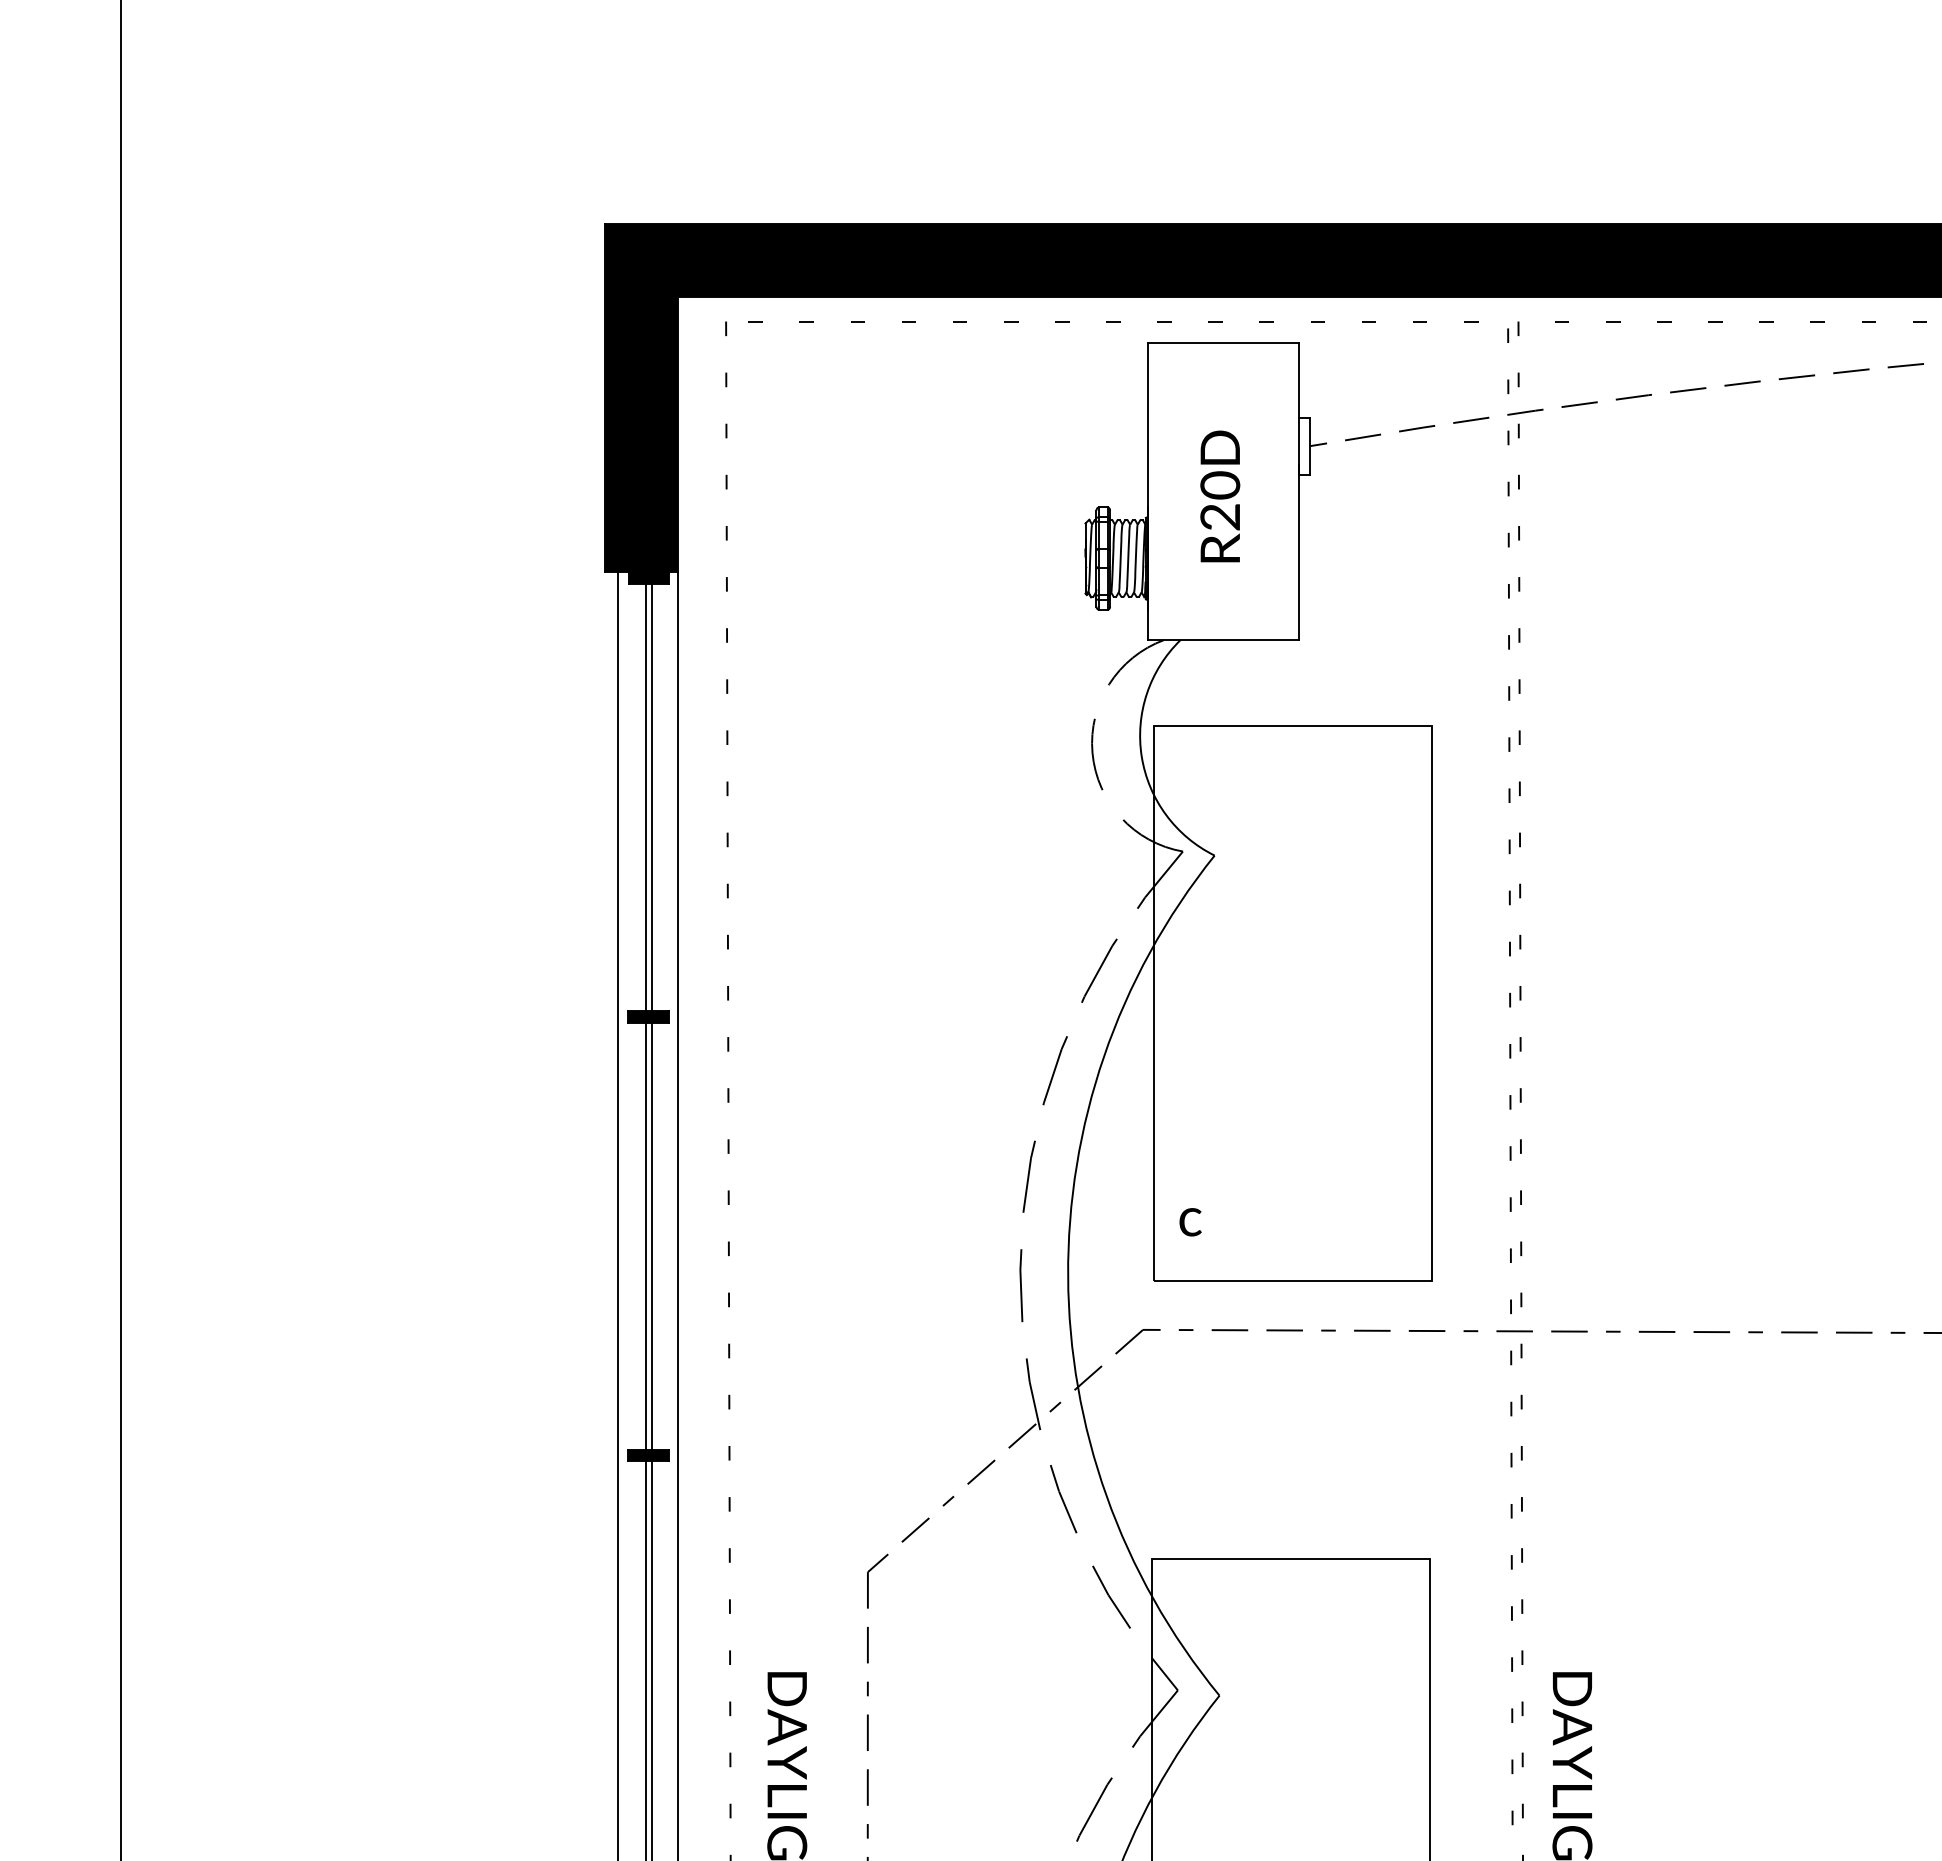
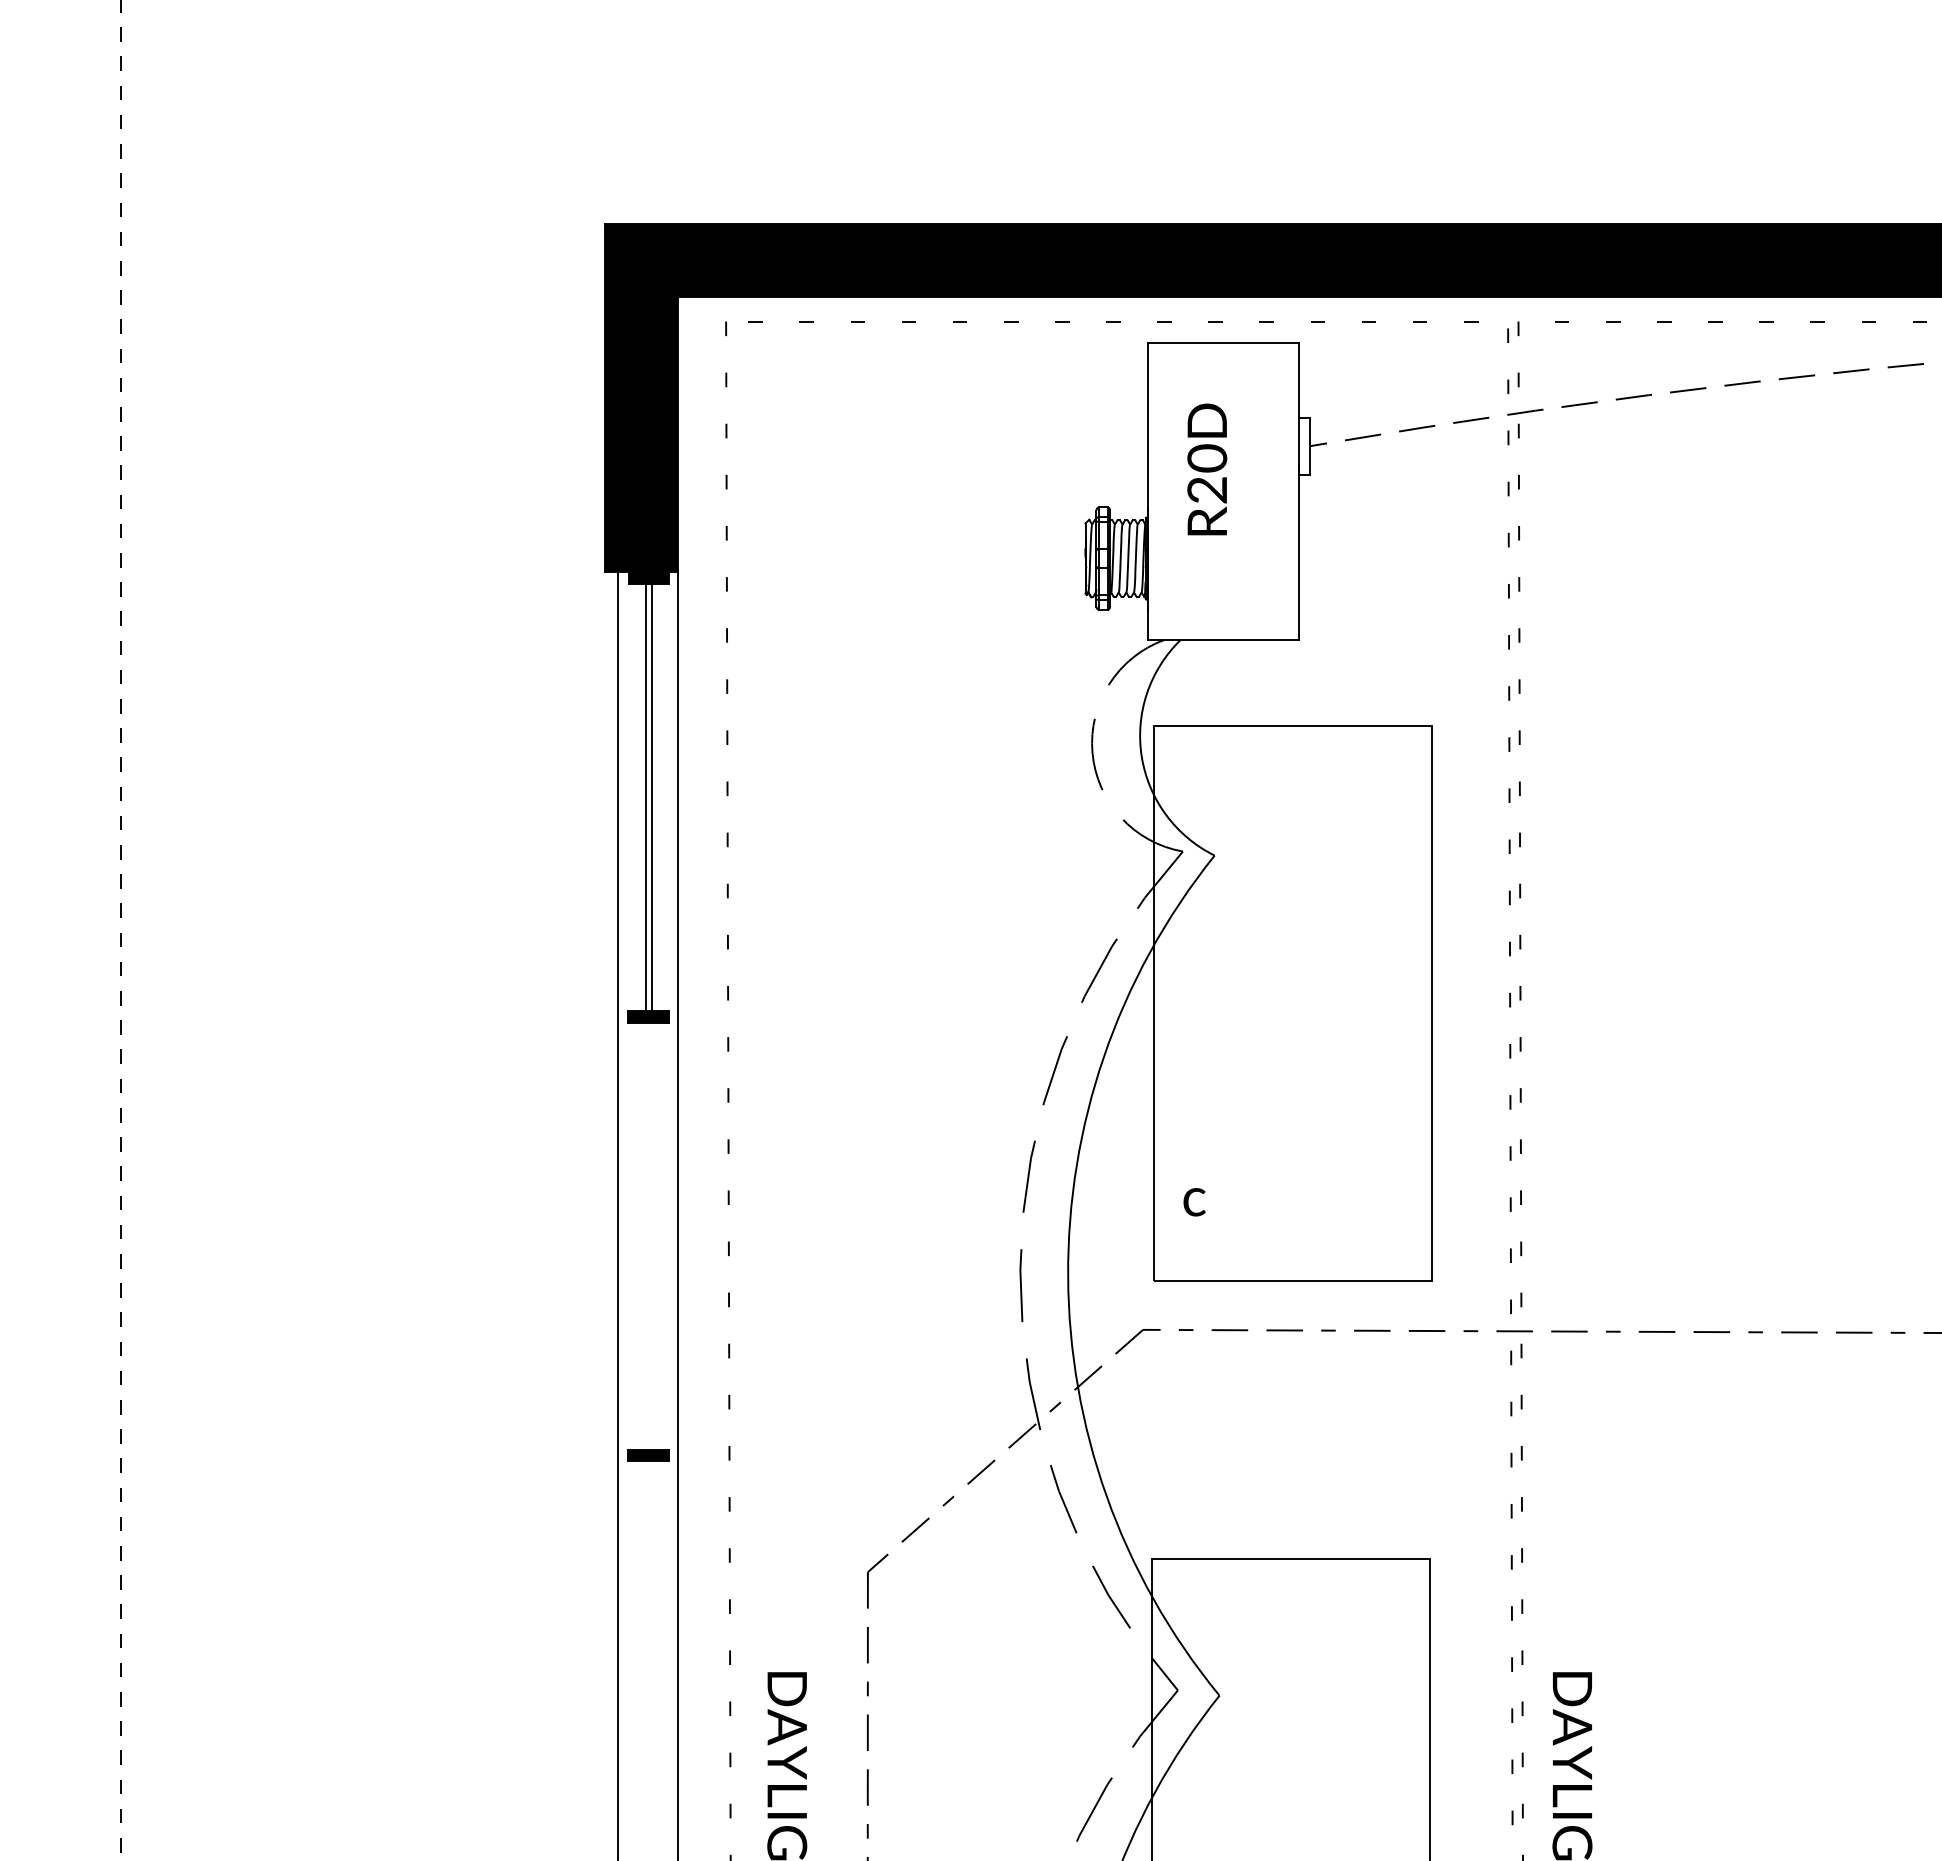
text at (1220, 496) position: (1220, 496) -> (1207, 469)
line at (120, 930): solid -> dashed
text at (1190, 1222) position: (1190, 1222) -> (1194, 1202)
line at (645, 1235): present -> none
line at (652, 1235): present -> none
line at (645, 1659): present -> none
line at (652, 1659): present -> none
